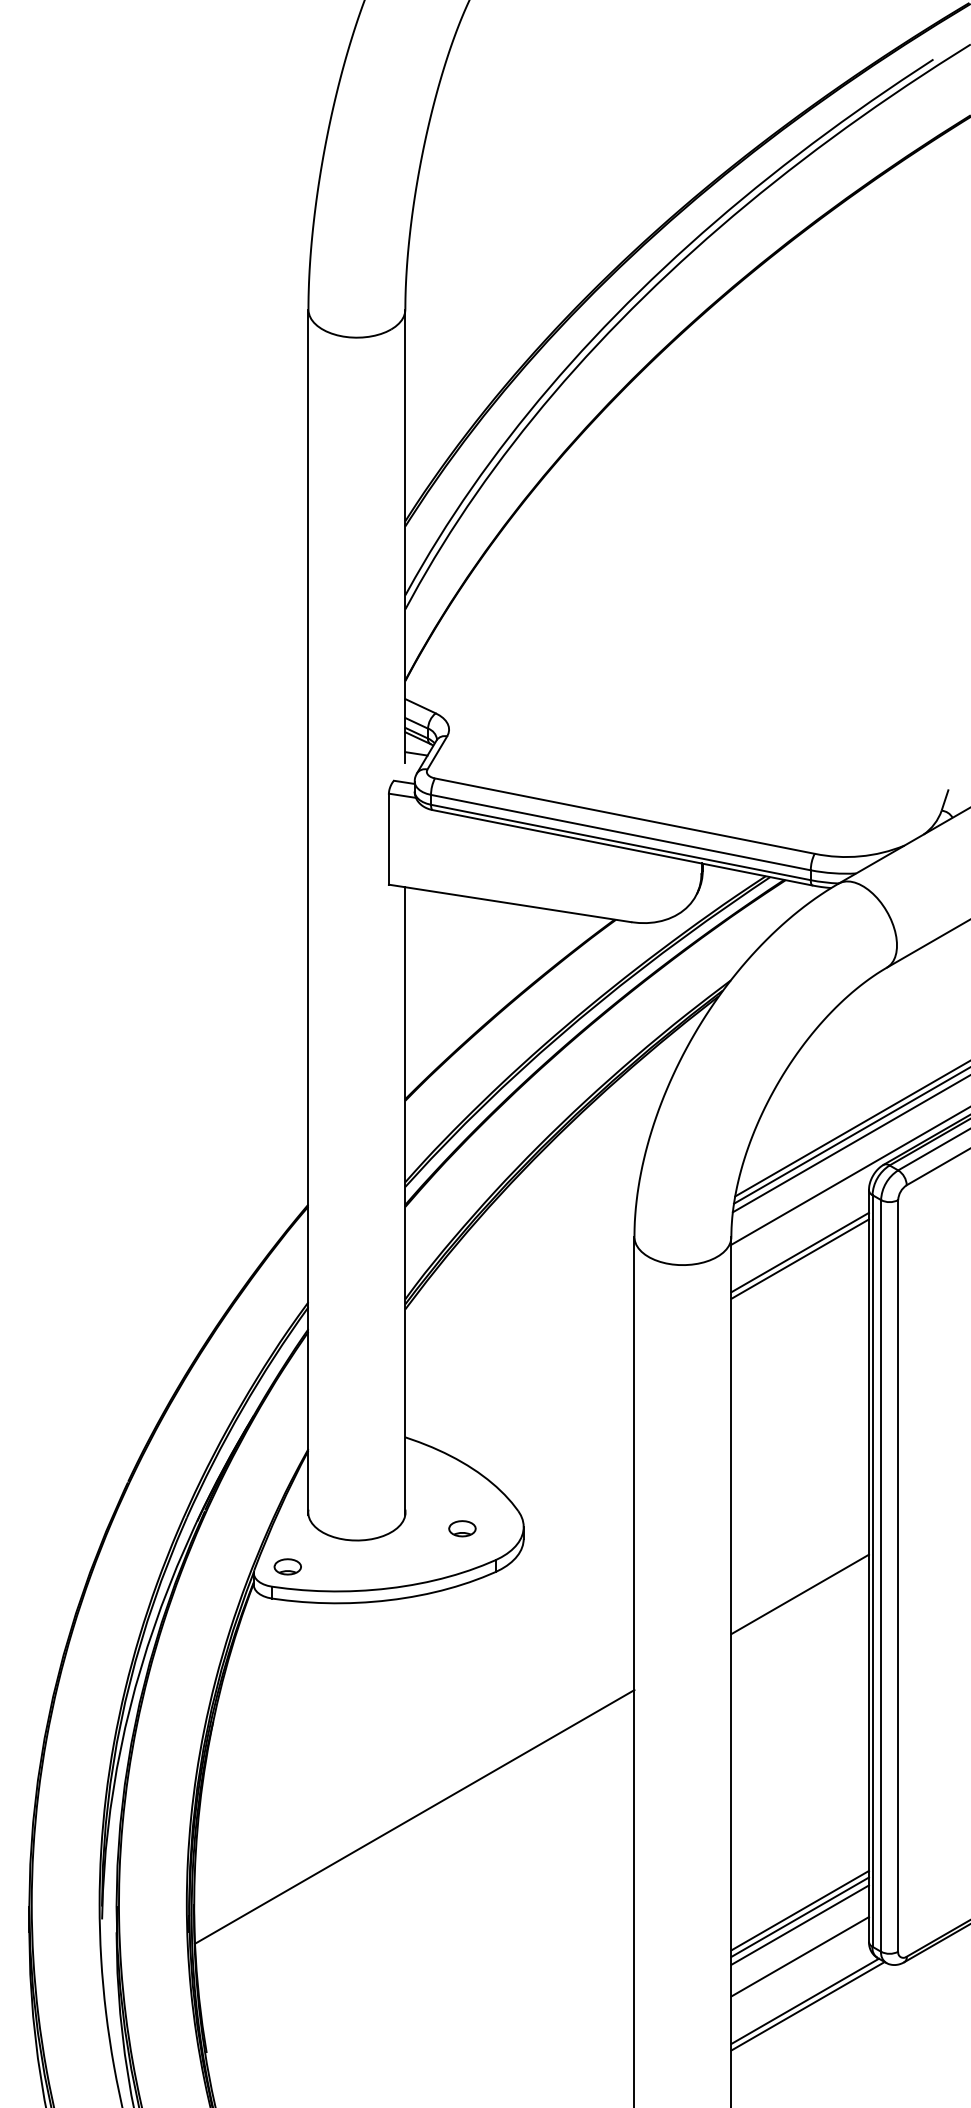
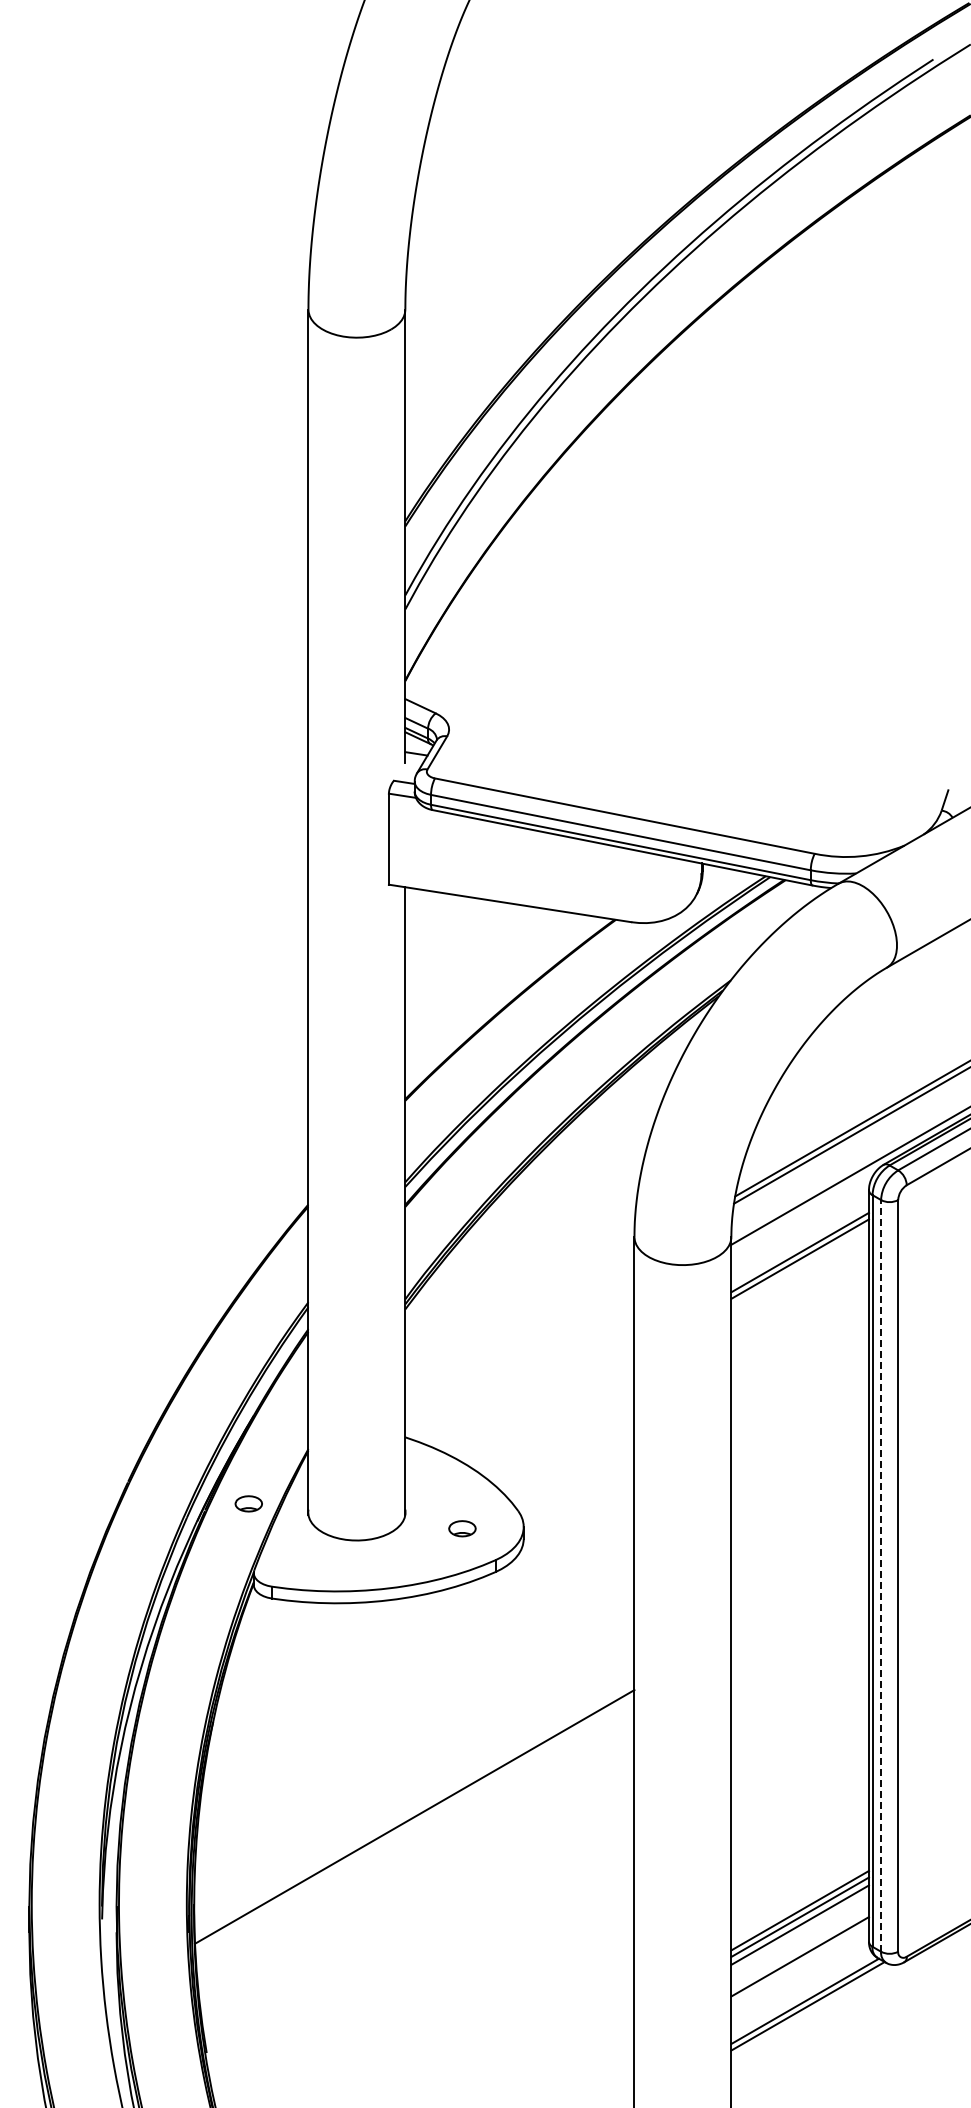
line at (849, 1144): present -> none
part at (287, 1566) position: (287, 1566) -> (248, 1503)
line at (881, 1575): solid -> dashed
line at (799, 1594): present -> none
